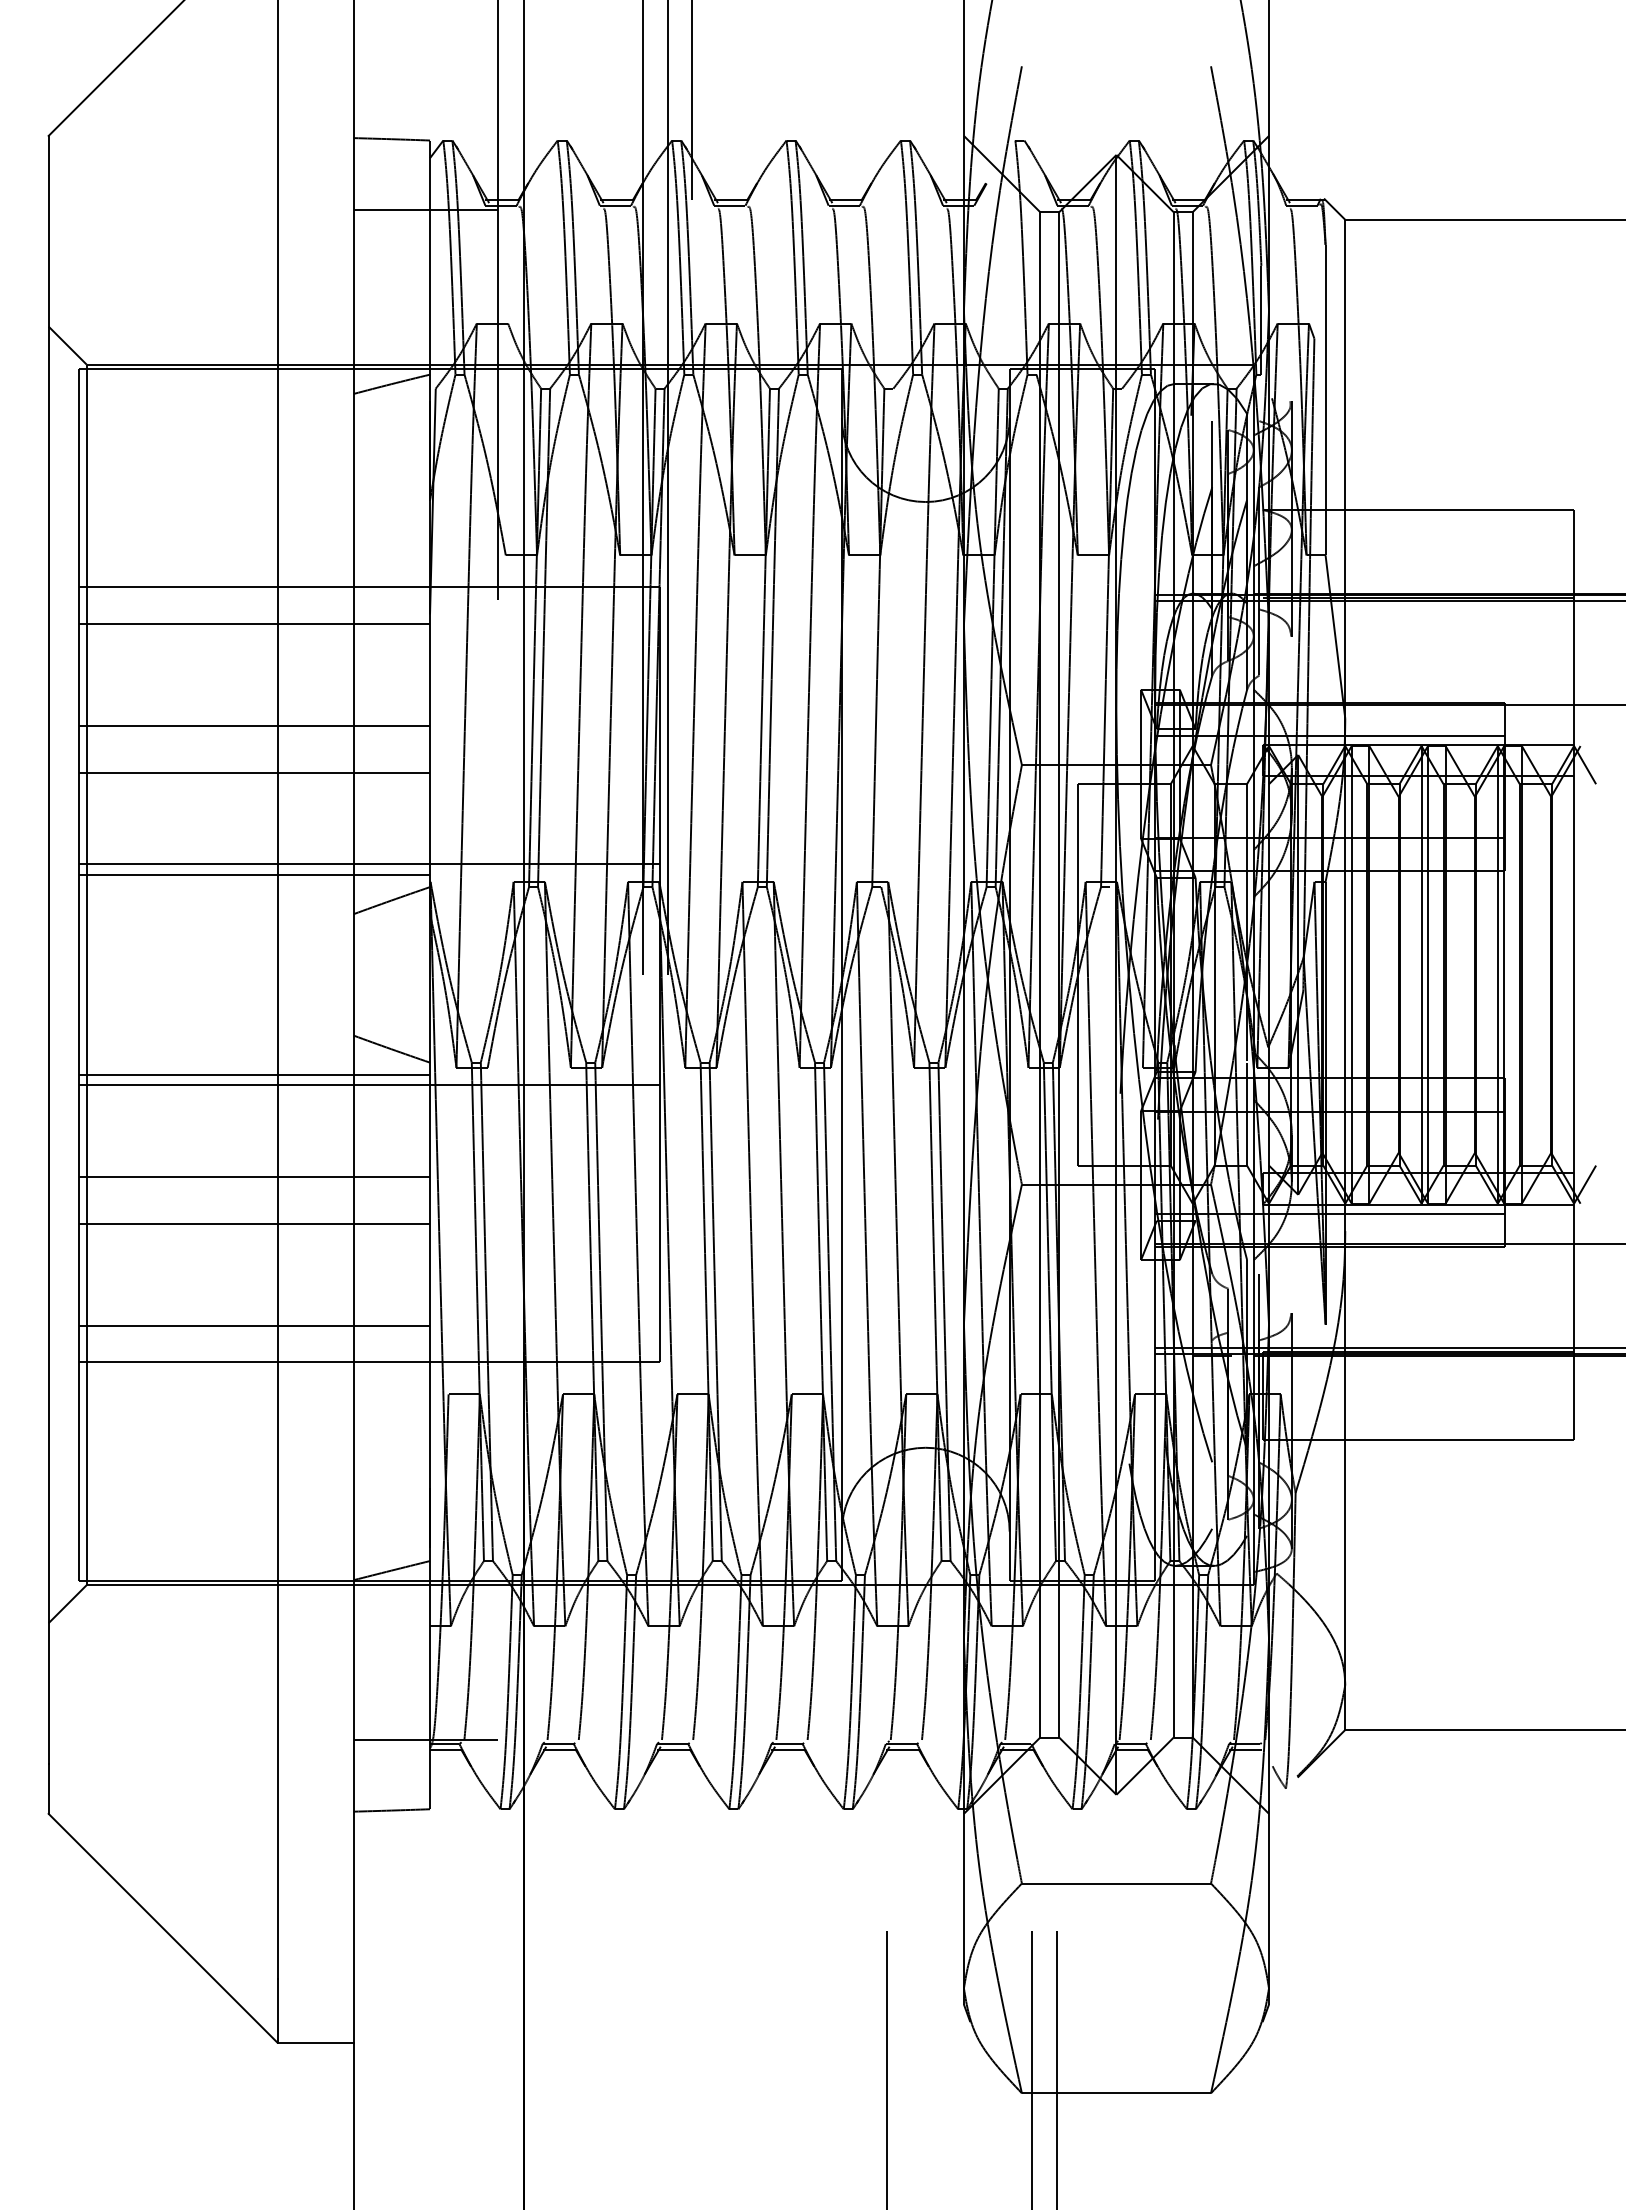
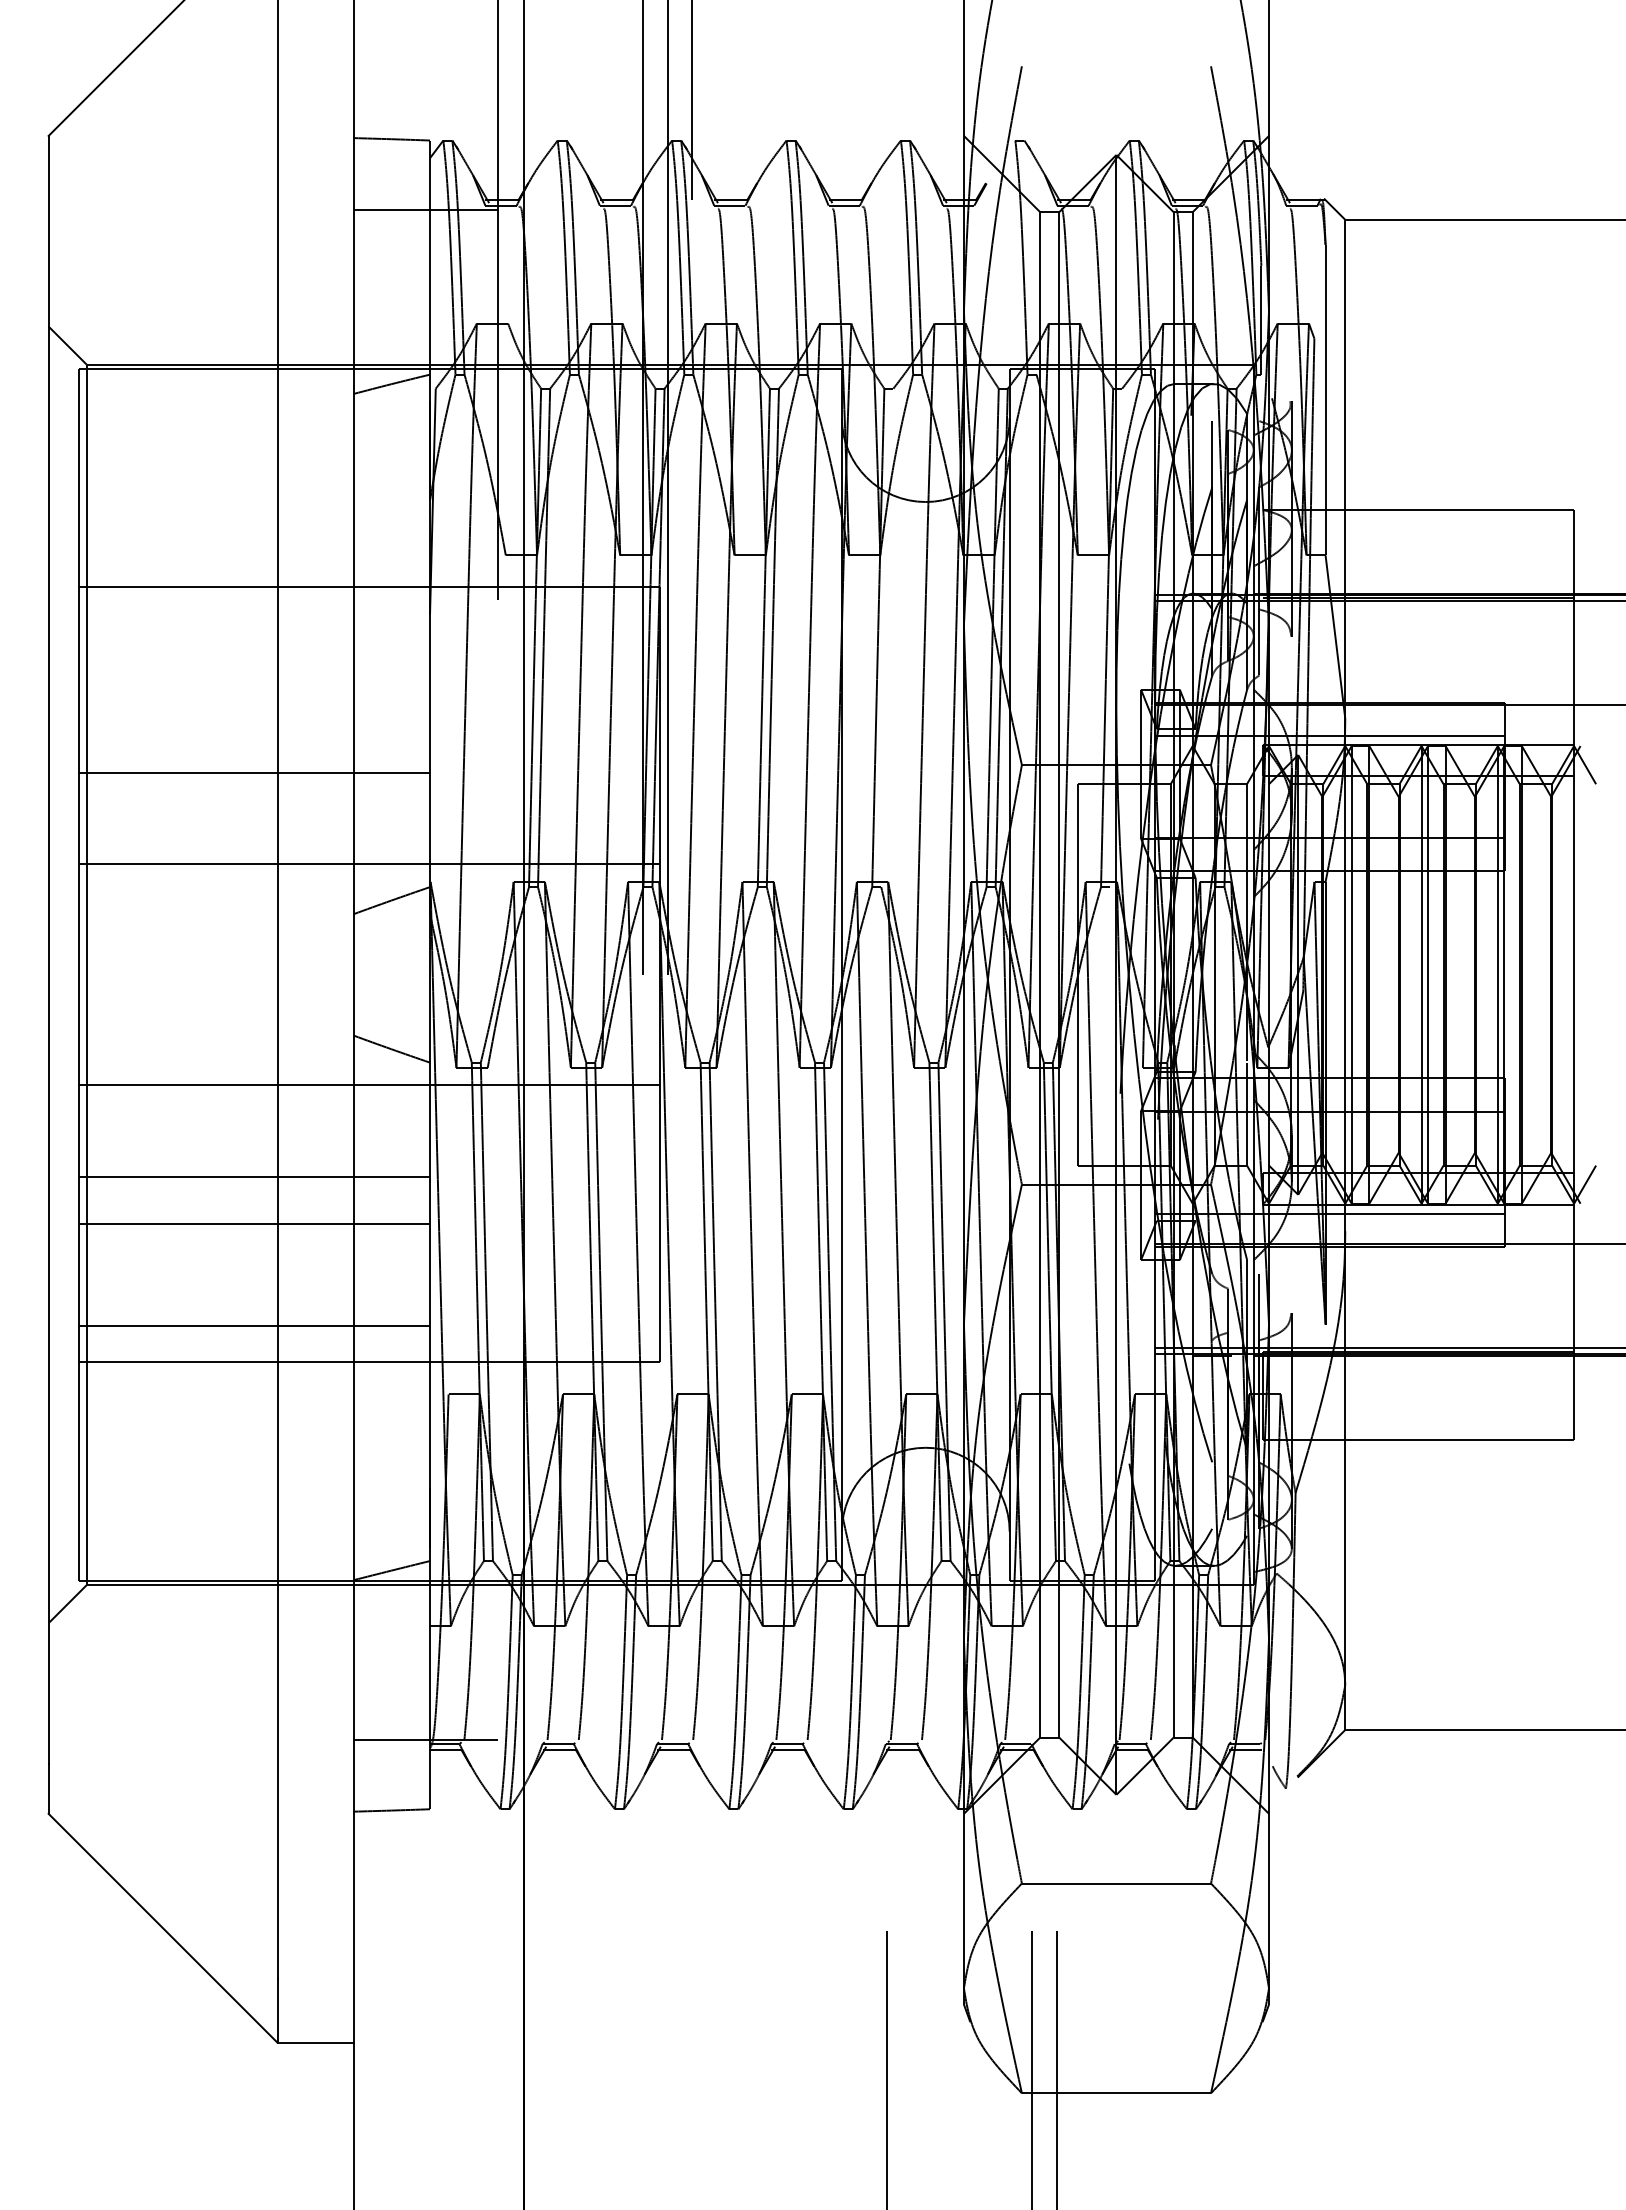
line at (254, 623): present -> none
line at (254, 726): present -> none
line at (254, 875): present -> none
line at (254, 1074): present -> none
